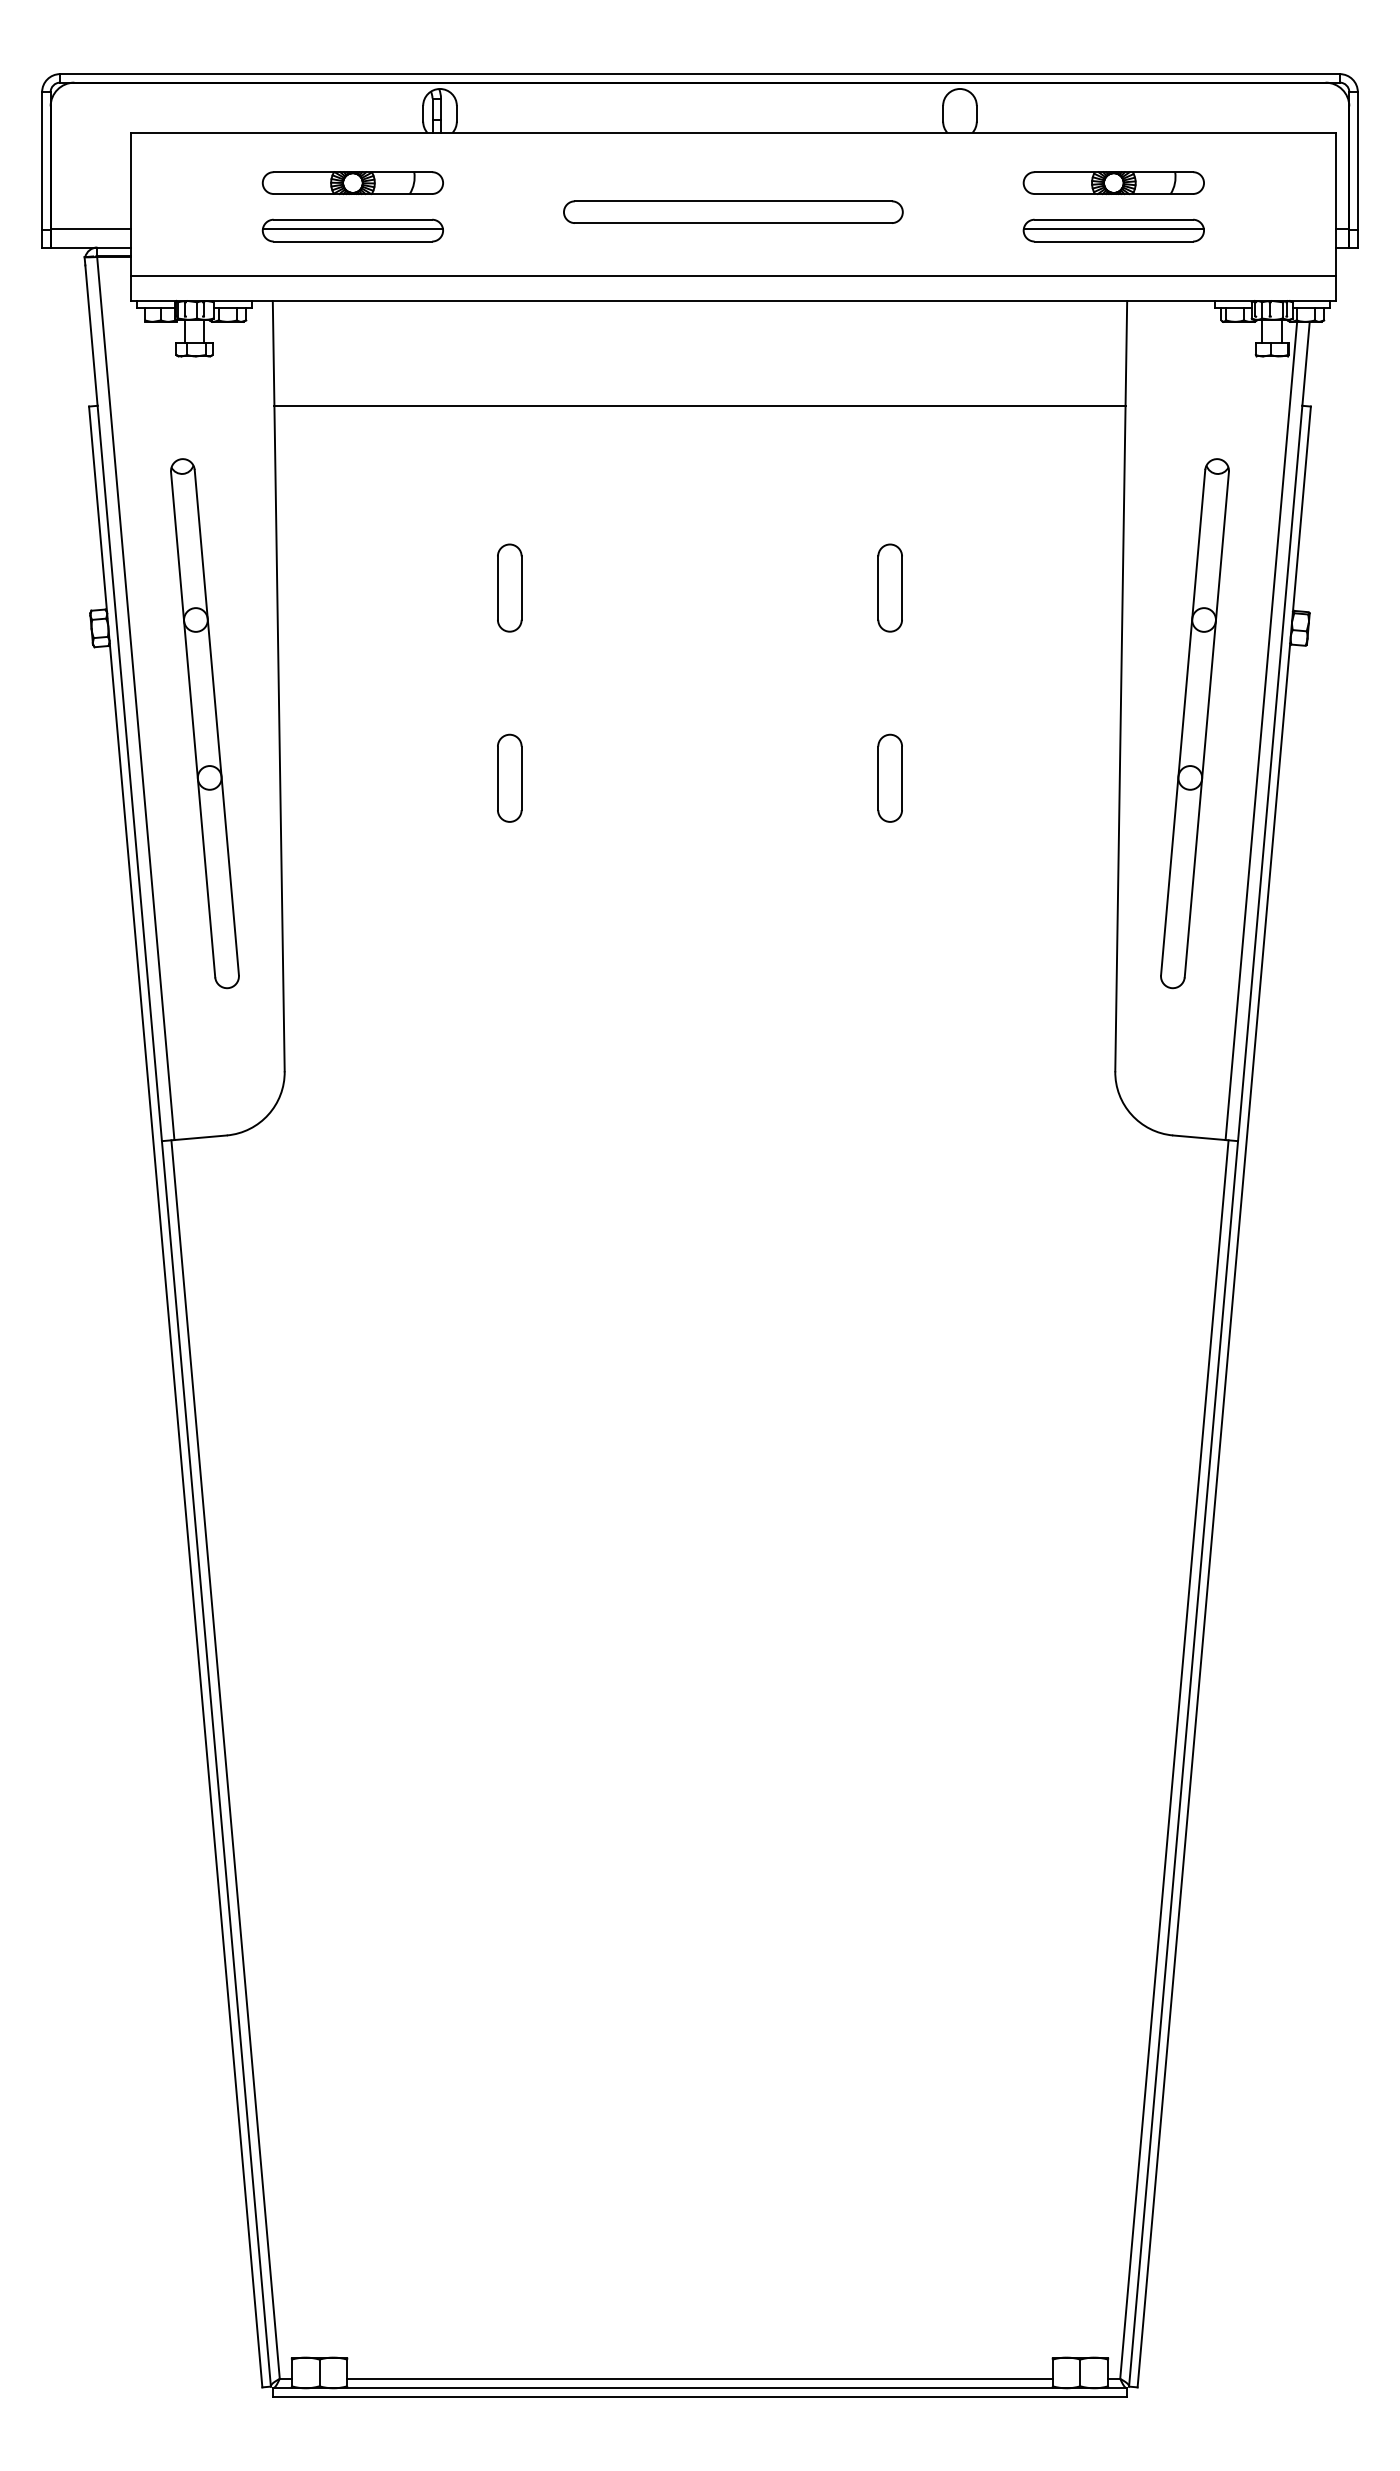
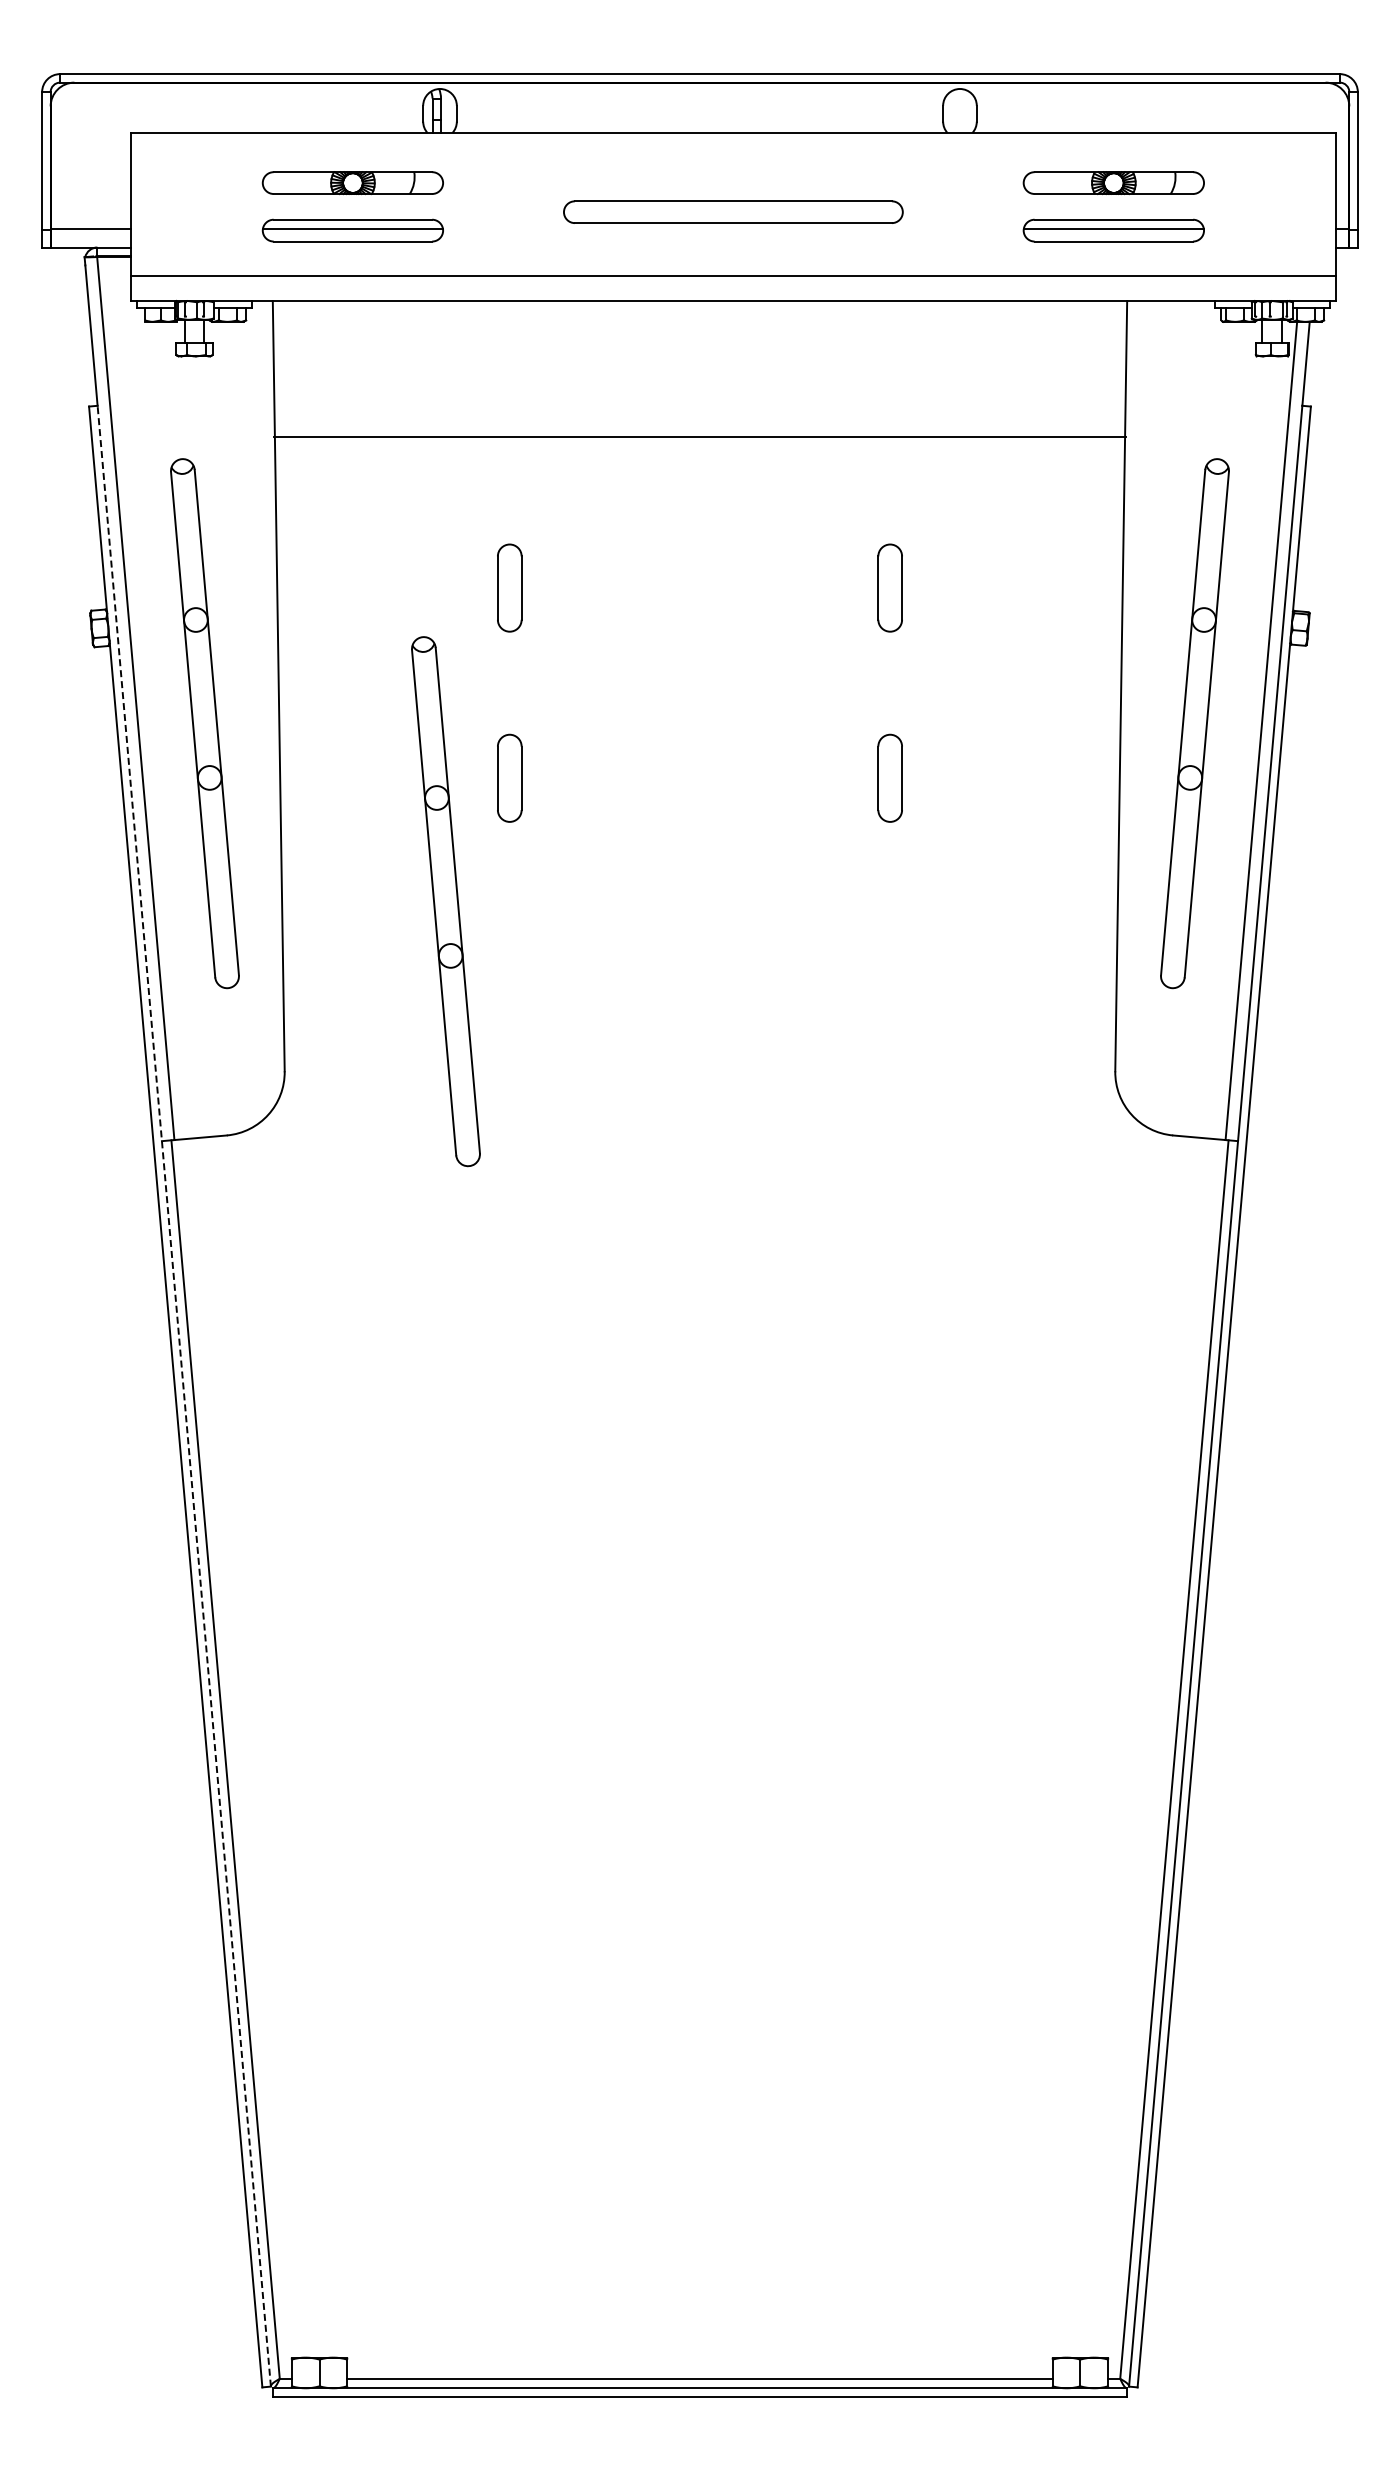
line at (699, 405) position: (699, 405) -> (699, 436)
part at (445, 901): none -> present
line at (184, 1395): solid -> dashed
